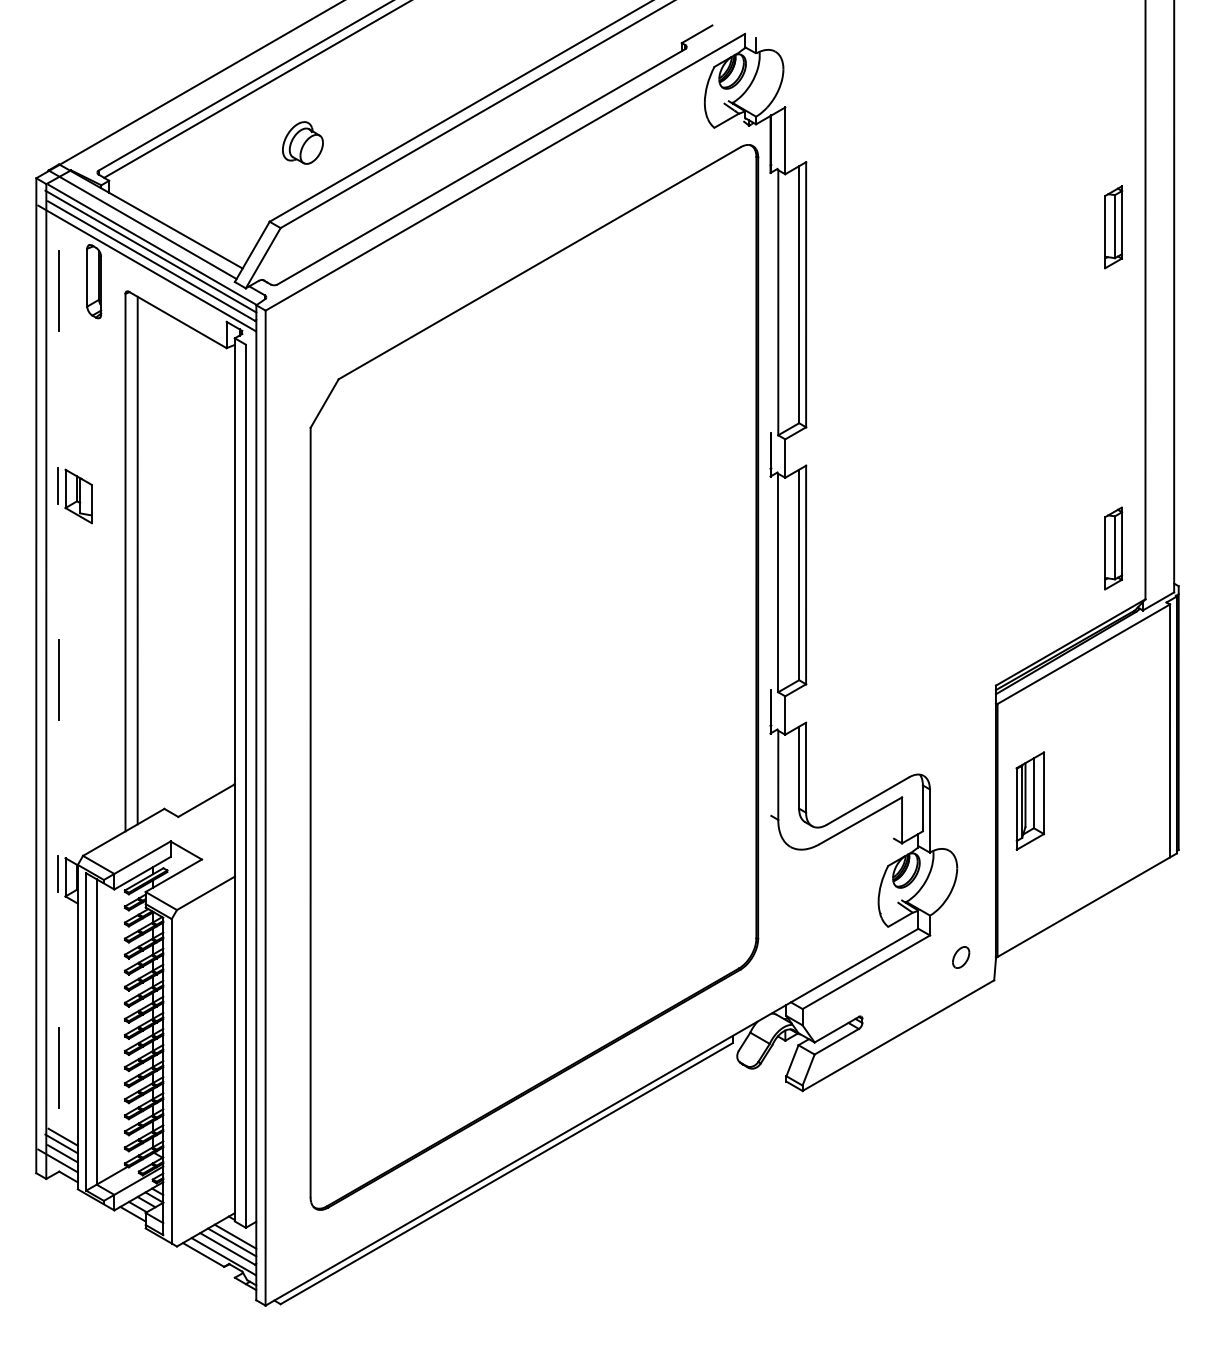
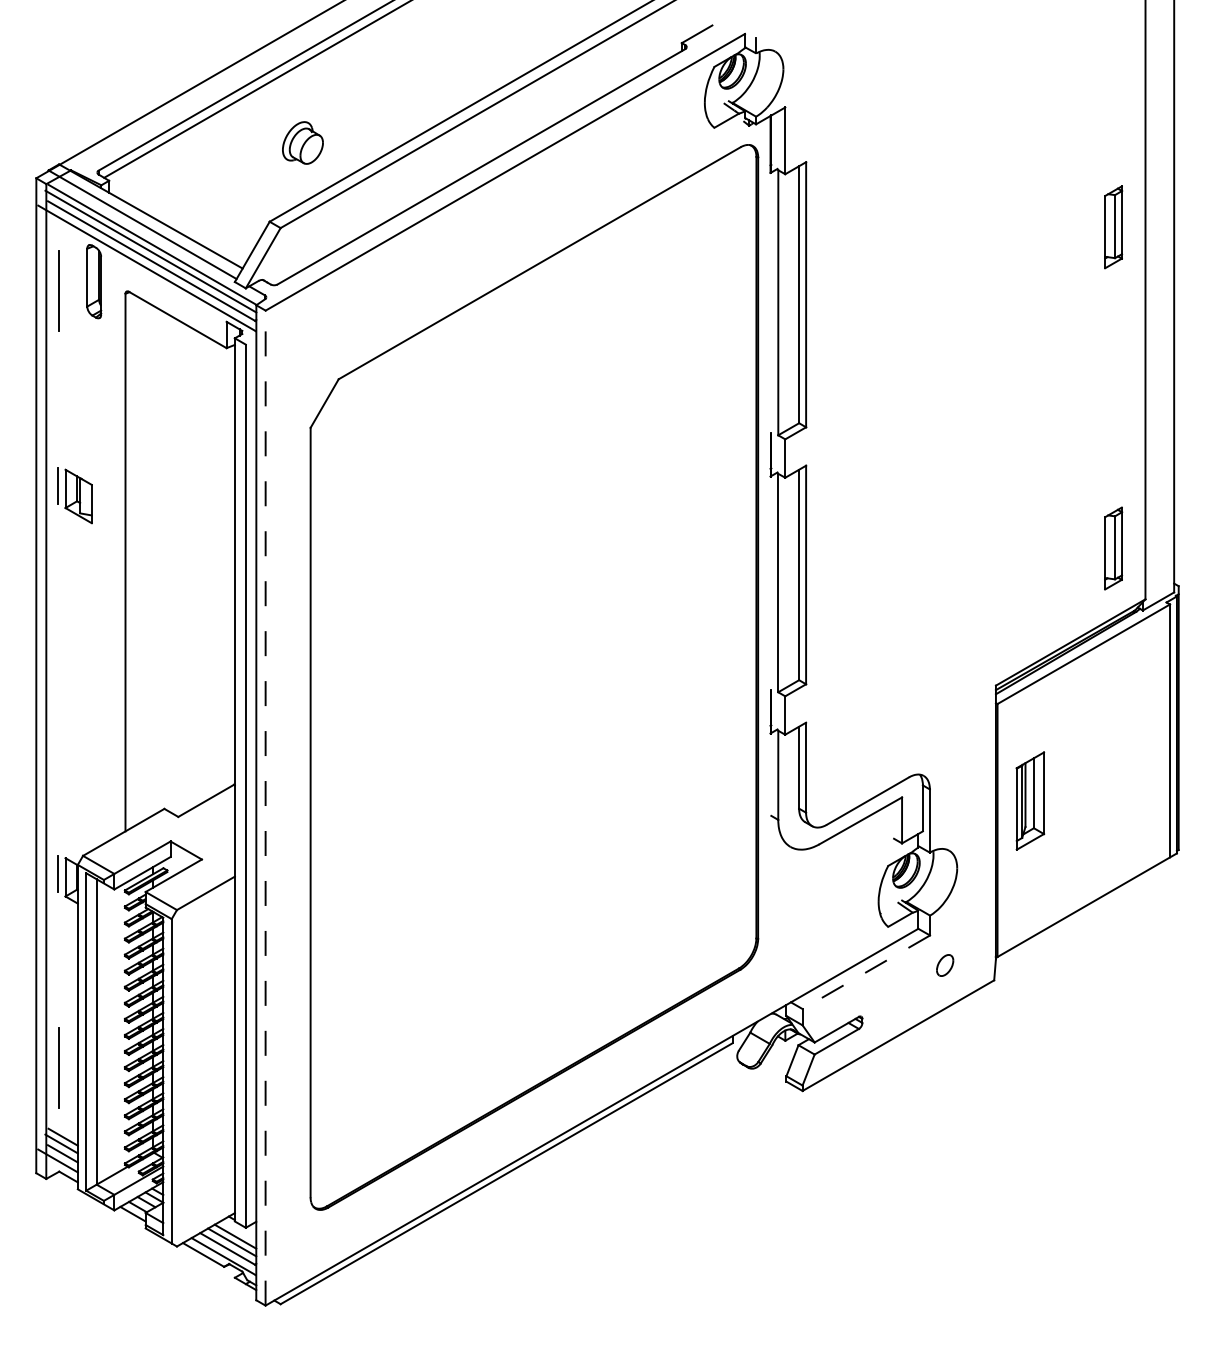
line at (137, 560): present -> none
line at (59, 679): present -> none
line at (265, 807): solid -> dashed
part at (961, 957) position: (961, 957) -> (945, 965)
line at (866, 972): solid -> dashed
